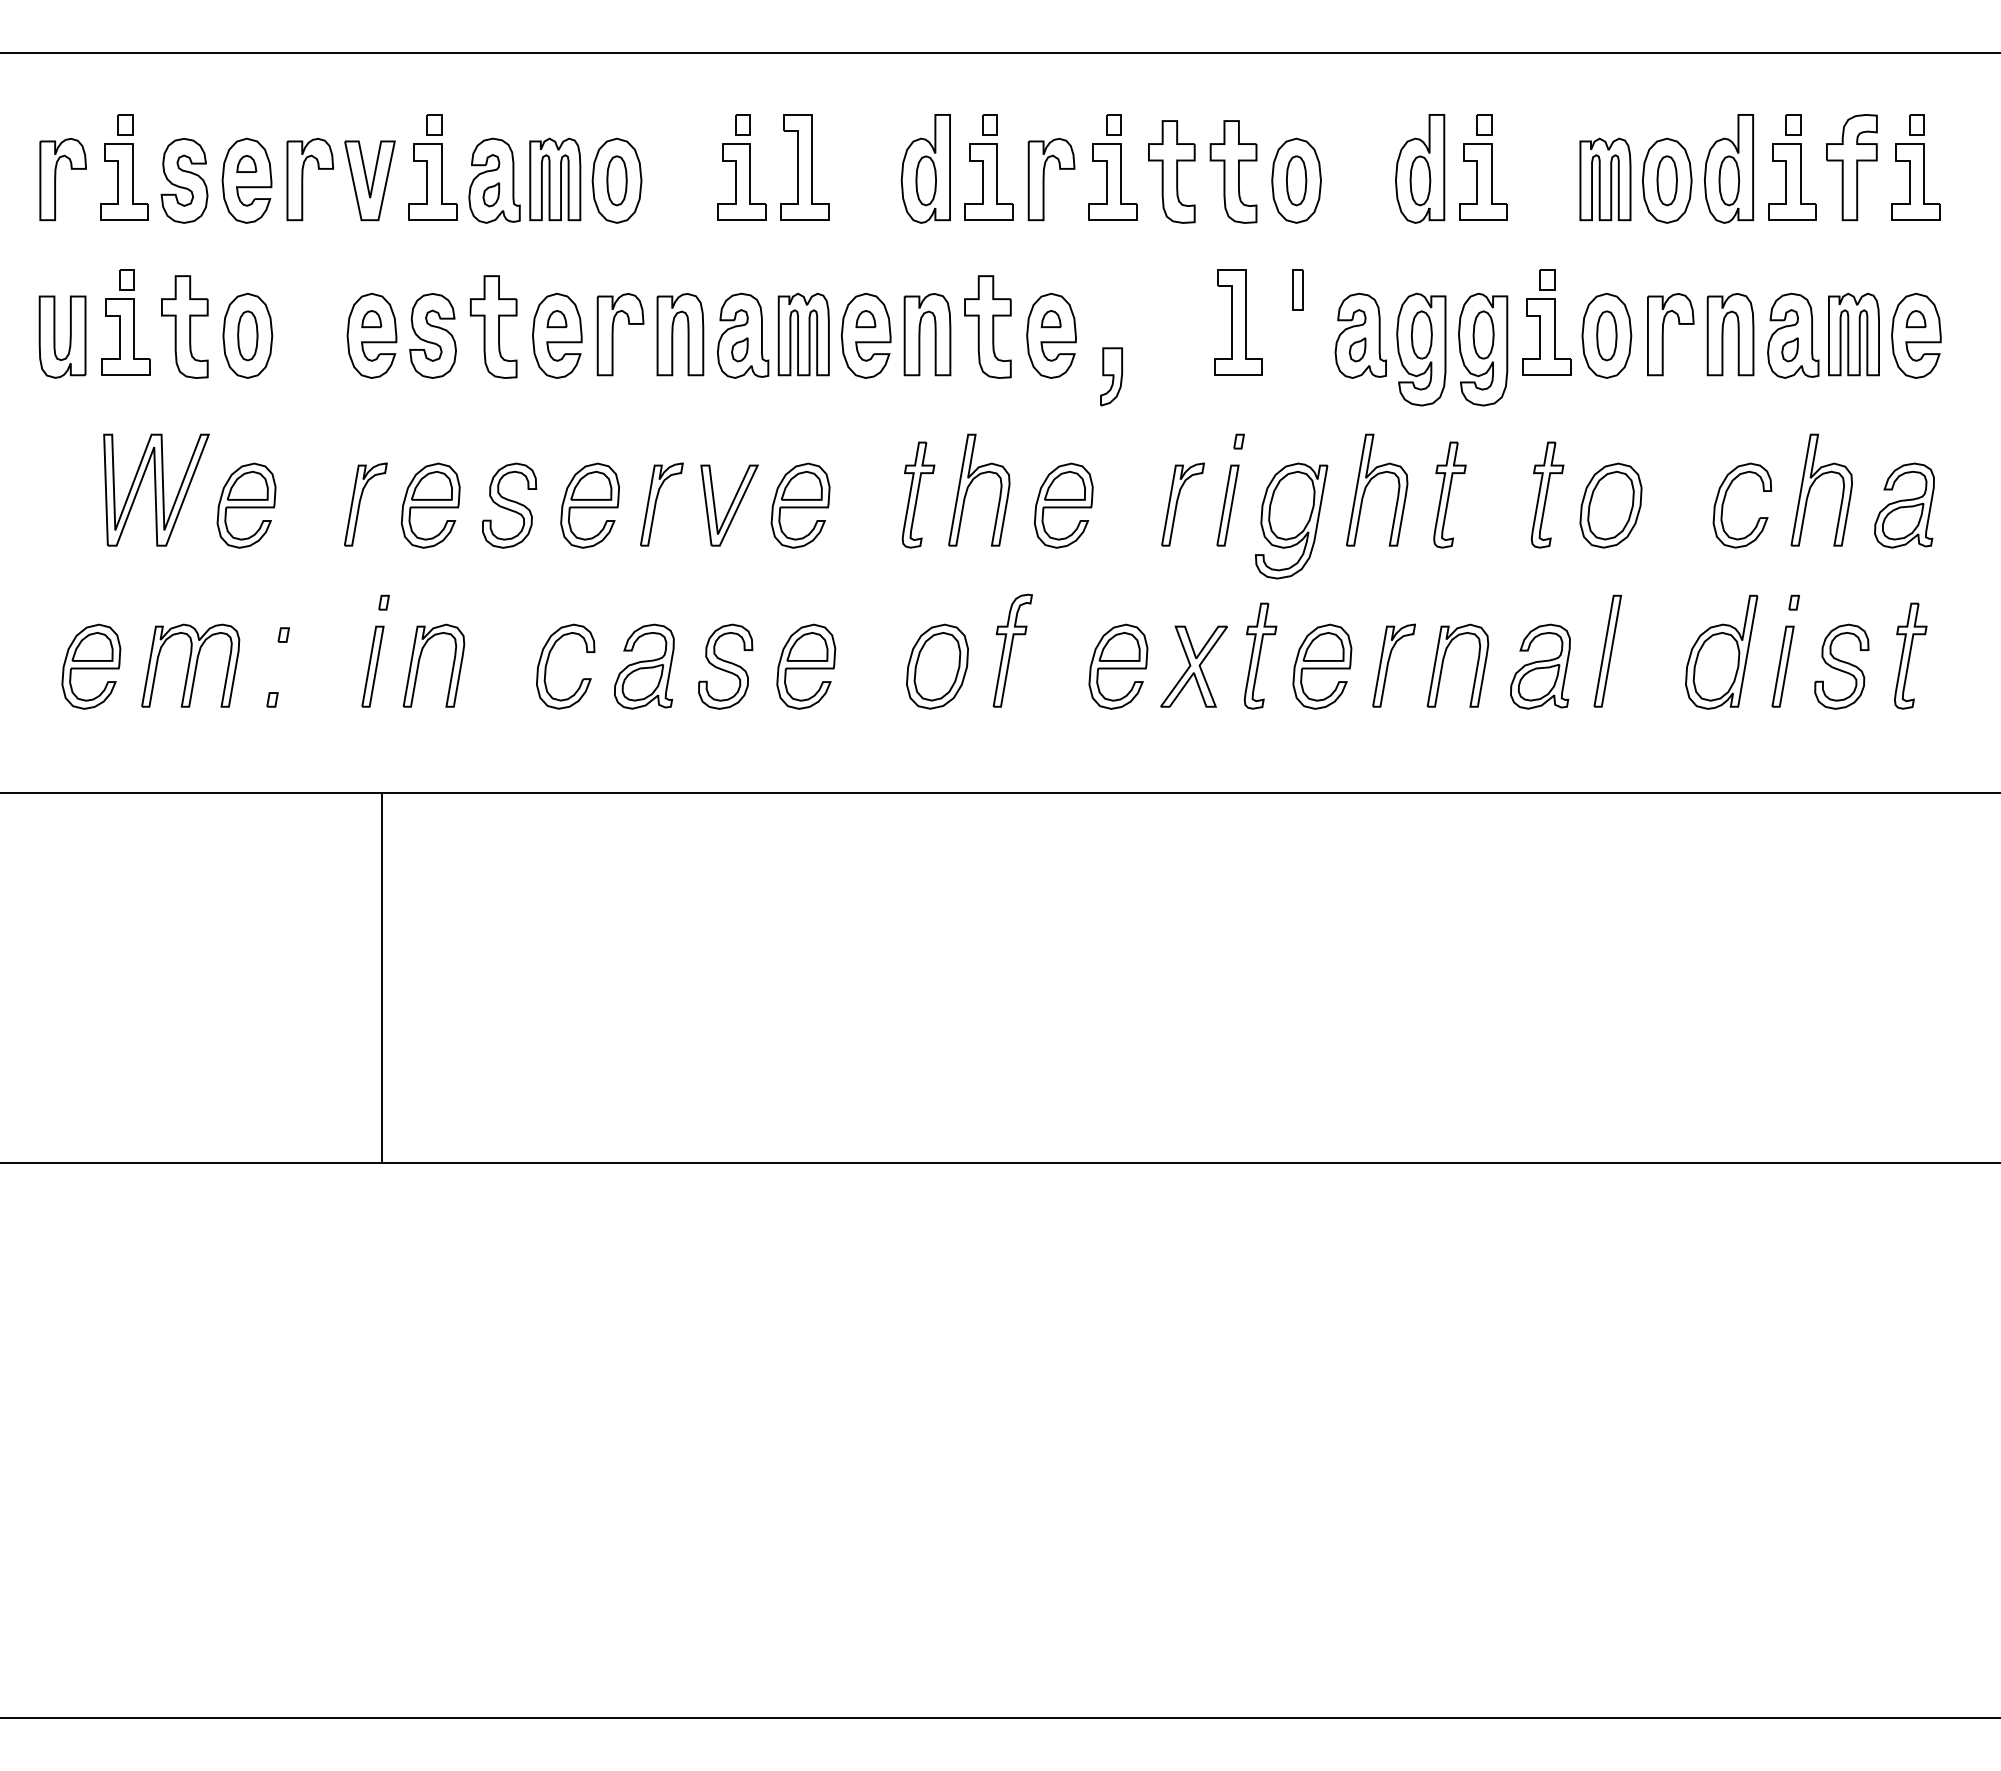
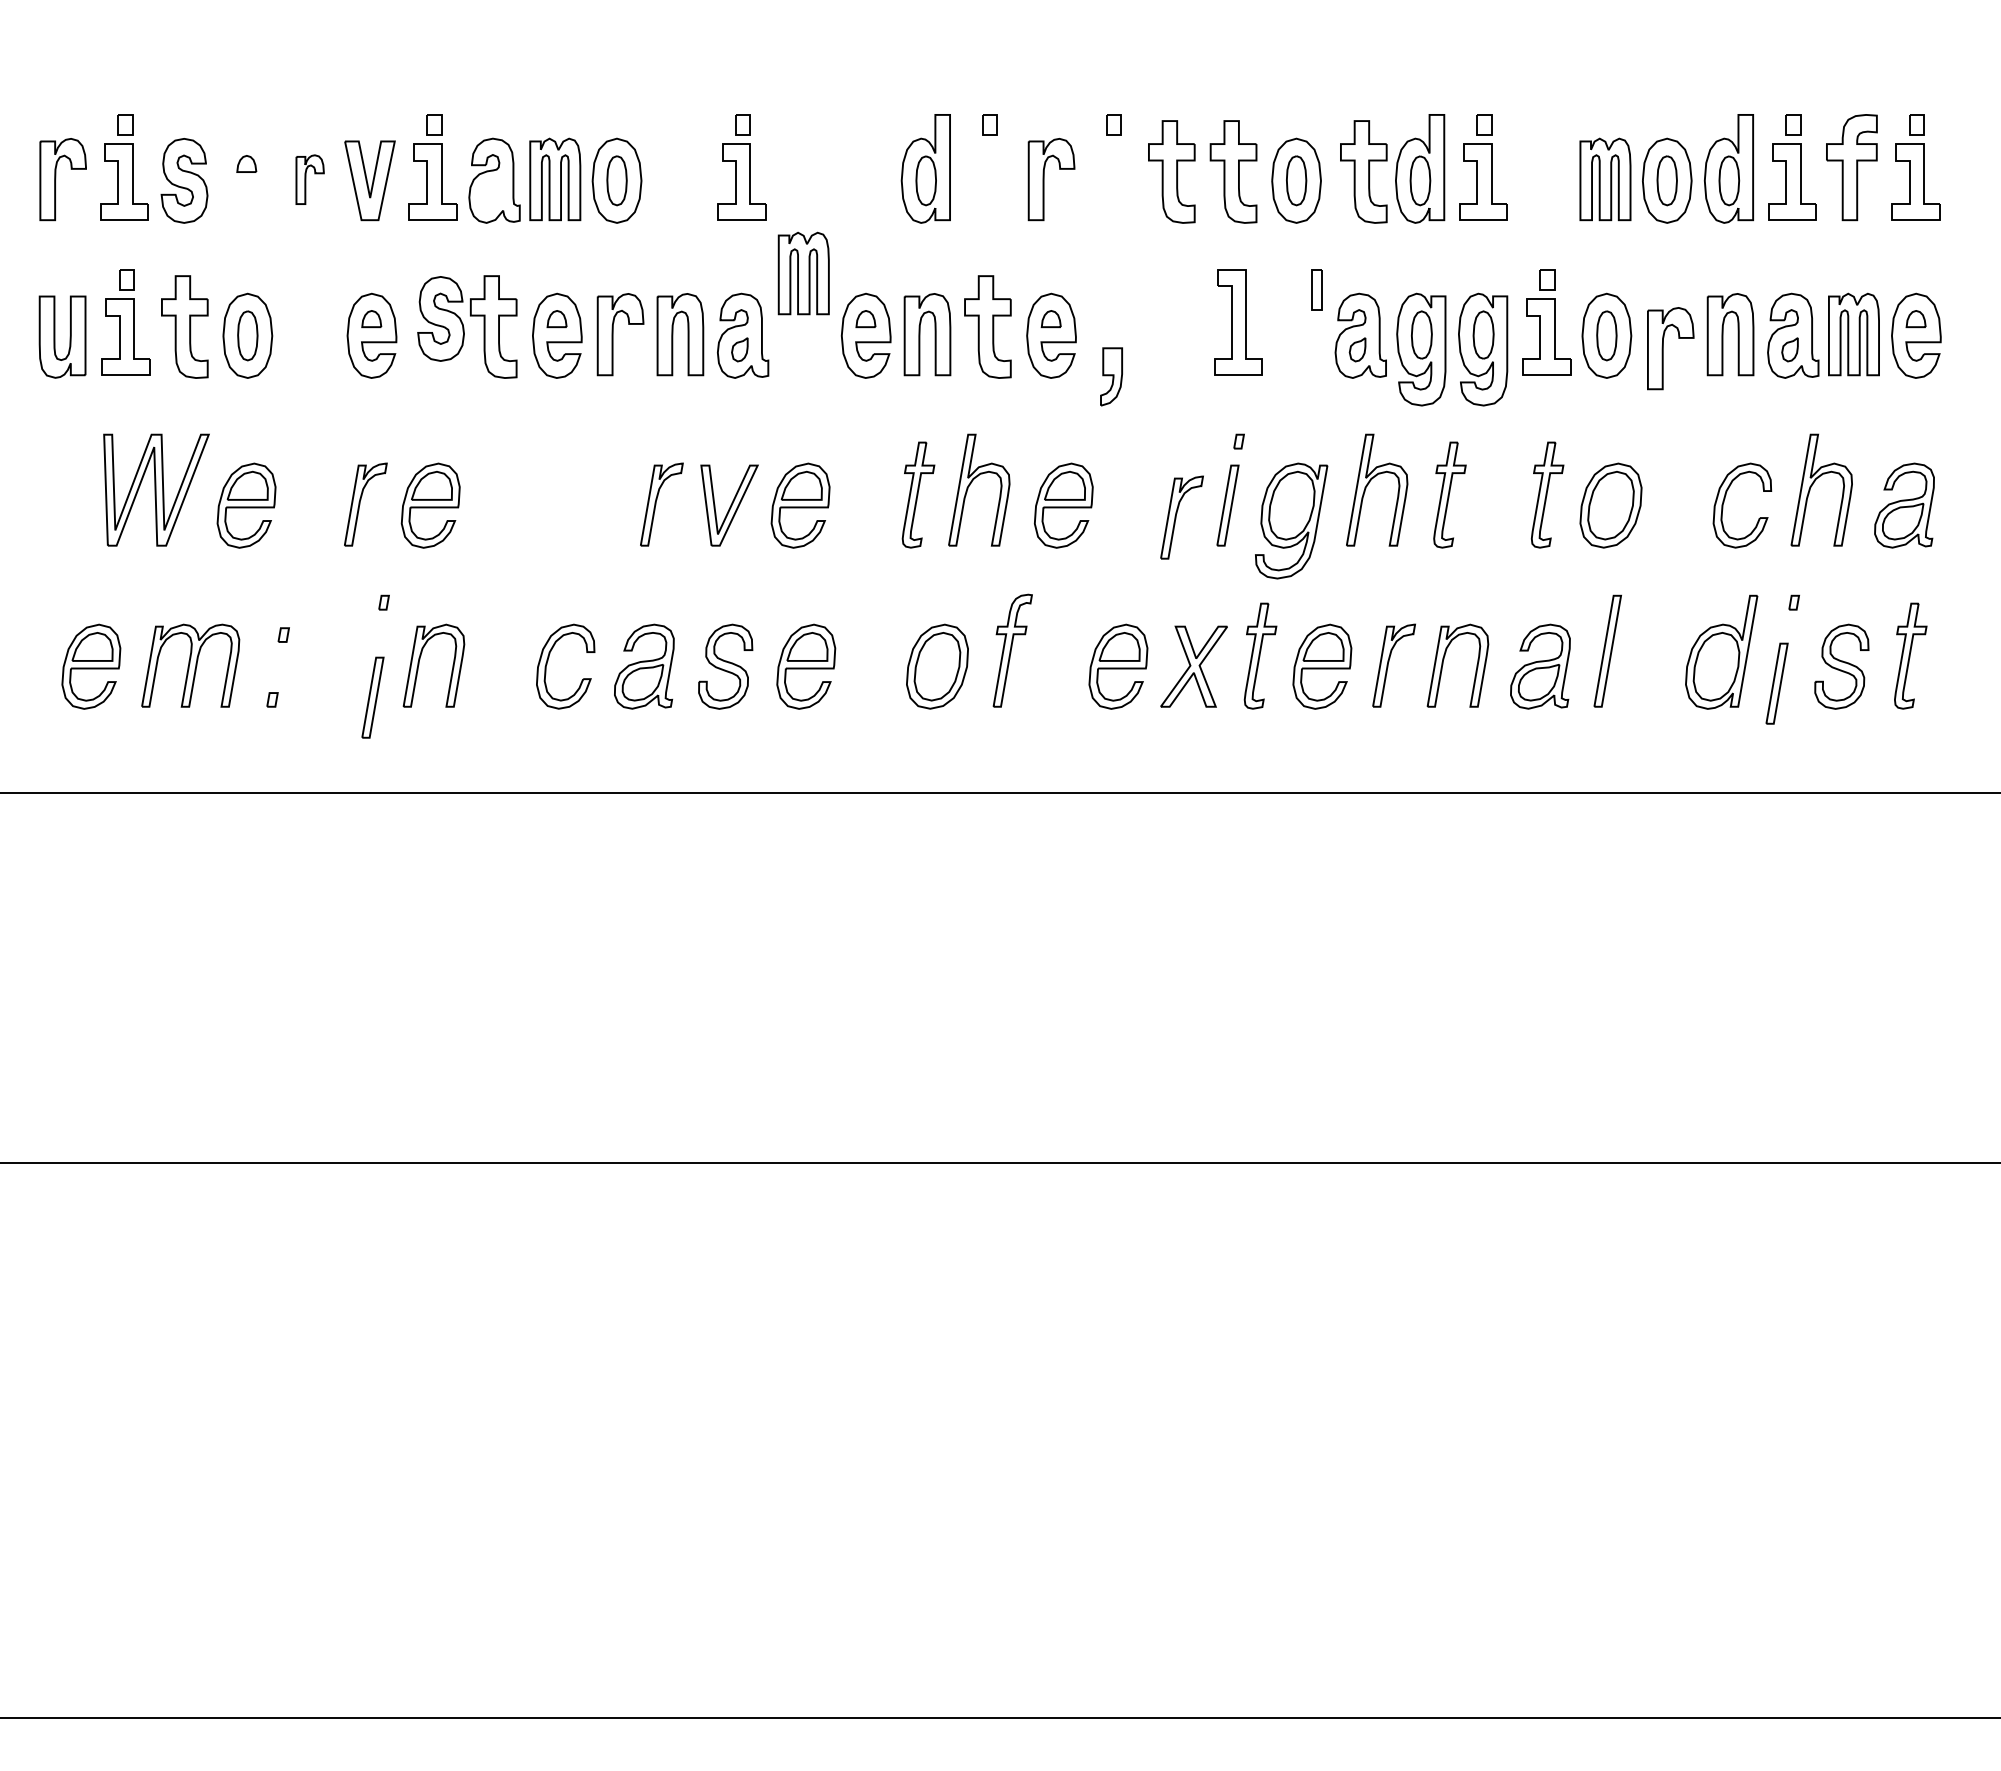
line at (999, 53): present -> none
part at (804, 167): present -> none
part at (1363, 171): none -> present
part at (309, 179) size: 48x84 px -> 30x51 px
part at (246, 180): present -> none
part at (988, 181): present -> none
part at (1112, 181): present -> none
part at (491, 194): present -> none
part at (1297, 289) position: (1297, 289) -> (1316, 289)
part at (803, 334) position: (803, 334) -> (803, 273)
part at (1663, 334) position: (1663, 334) -> (1663, 348)
part at (432, 335) position: (432, 335) -> (440, 318)
part at (1182, 504) position: (1182, 504) -> (1181, 517)
part at (509, 505): present -> none
part at (589, 505): present -> none
part at (372, 666) position: (372, 666) -> (372, 697)
part at (1782, 666) position: (1782, 666) -> (1776, 683)
line at (382, 977): present -> none
